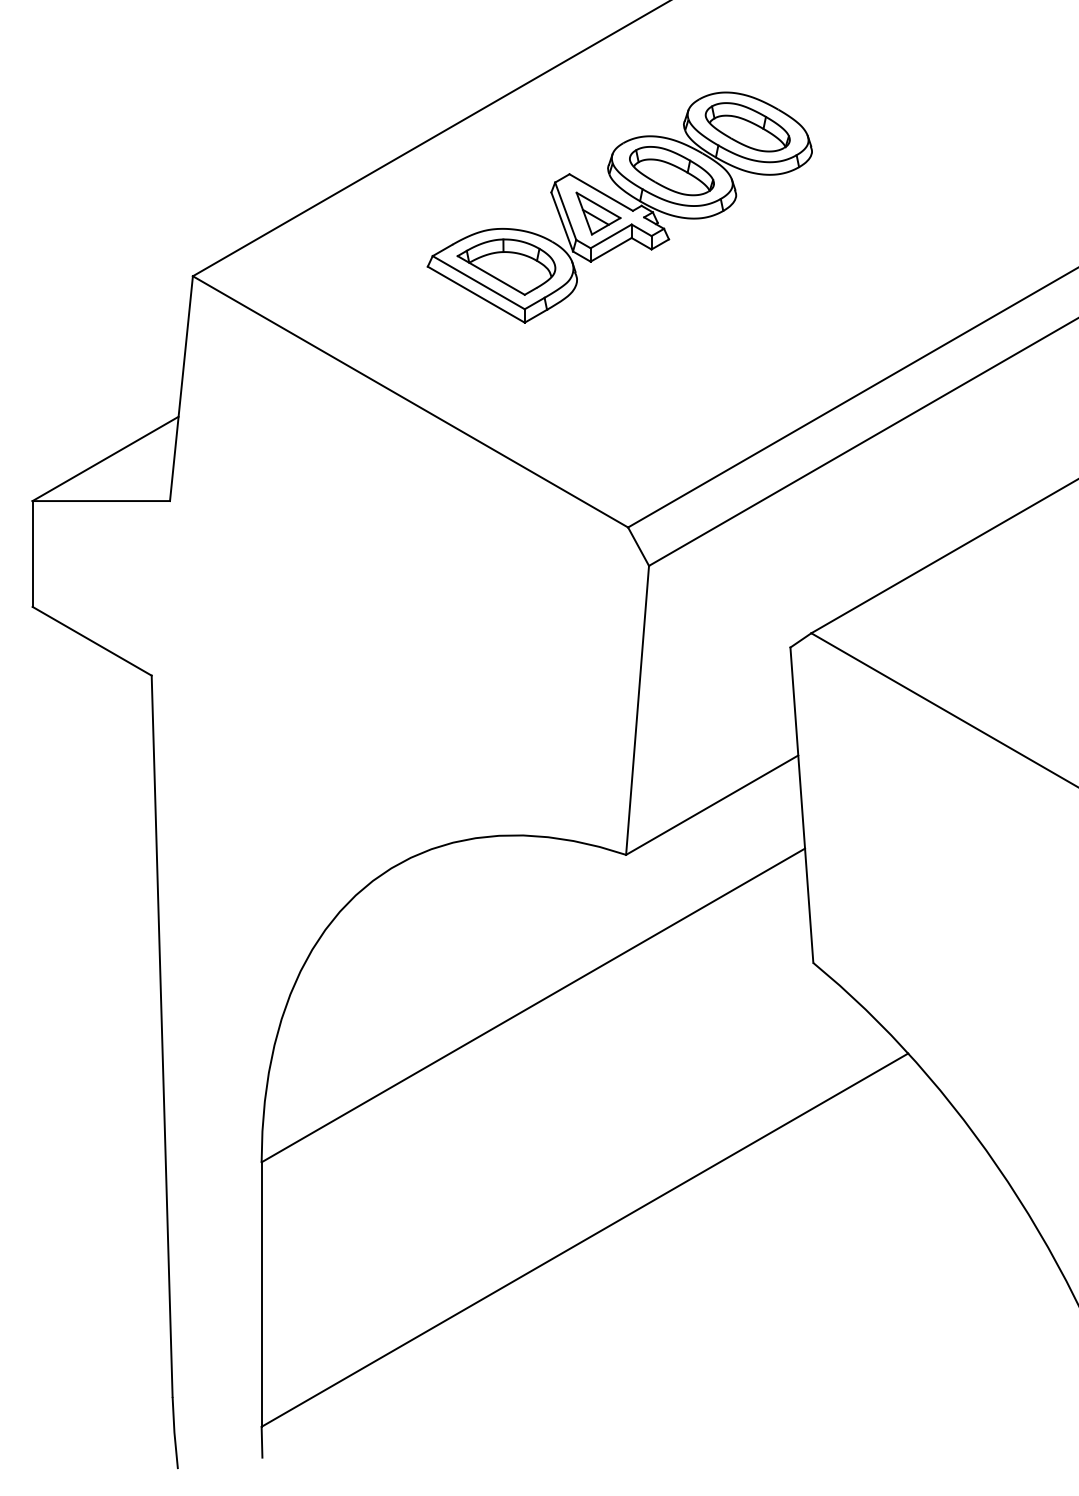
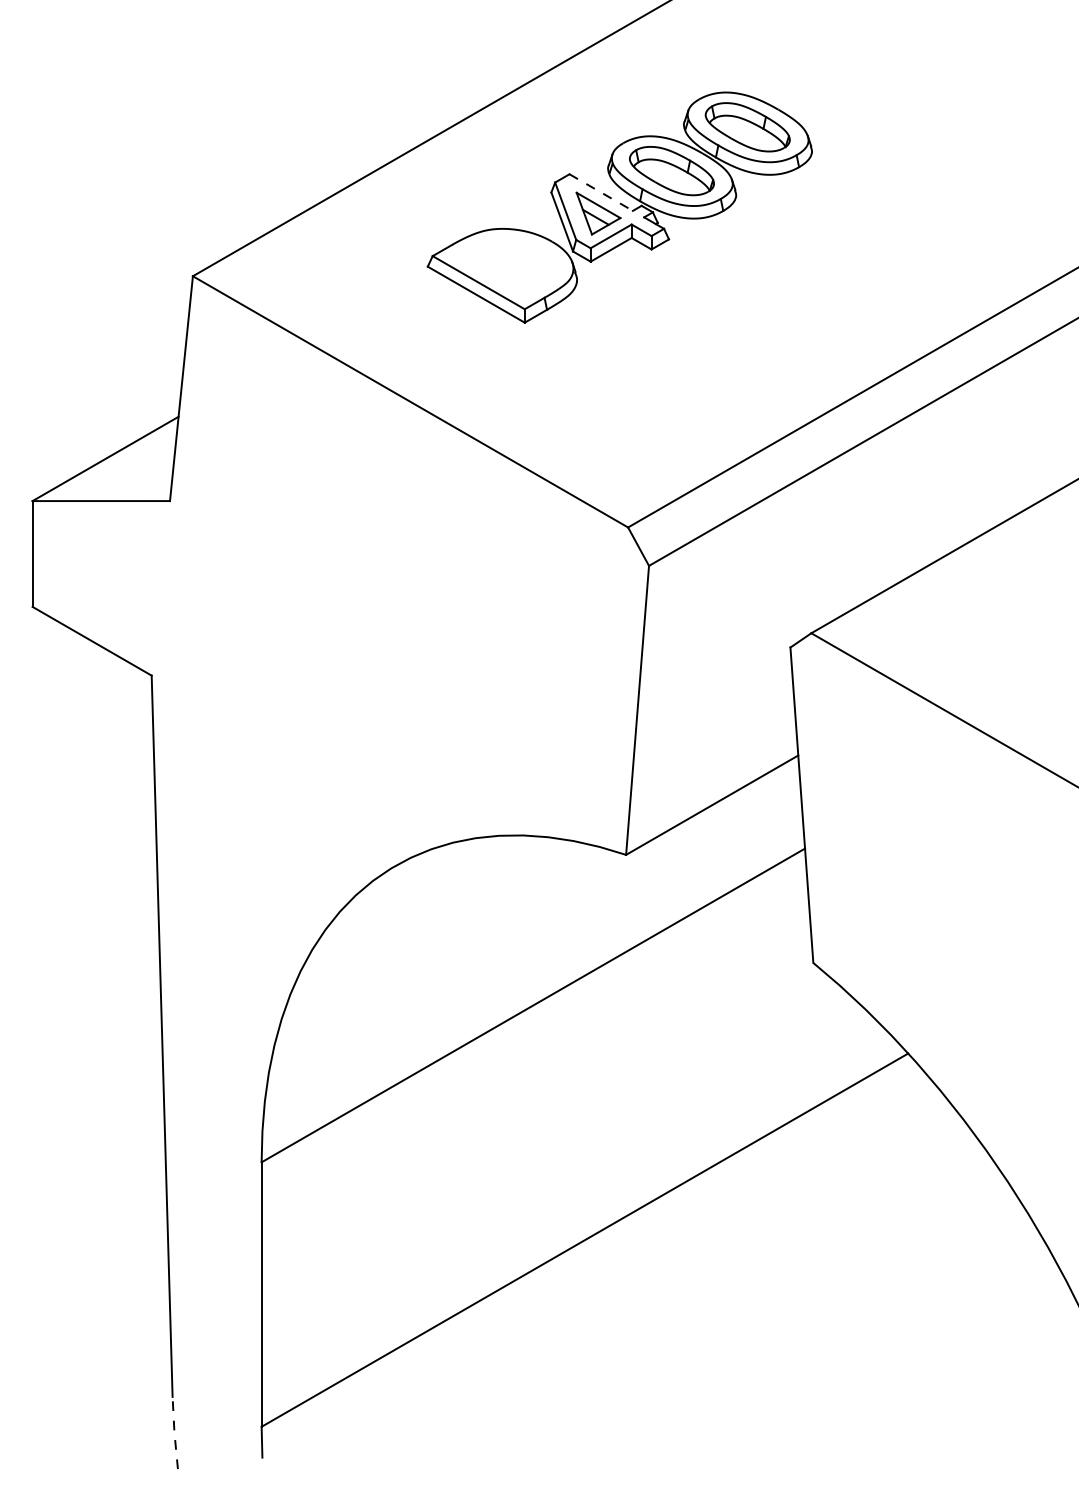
line at (601, 192): solid -> dashed
part at (506, 266): present -> none
line at (174, 1432): solid -> dashed
